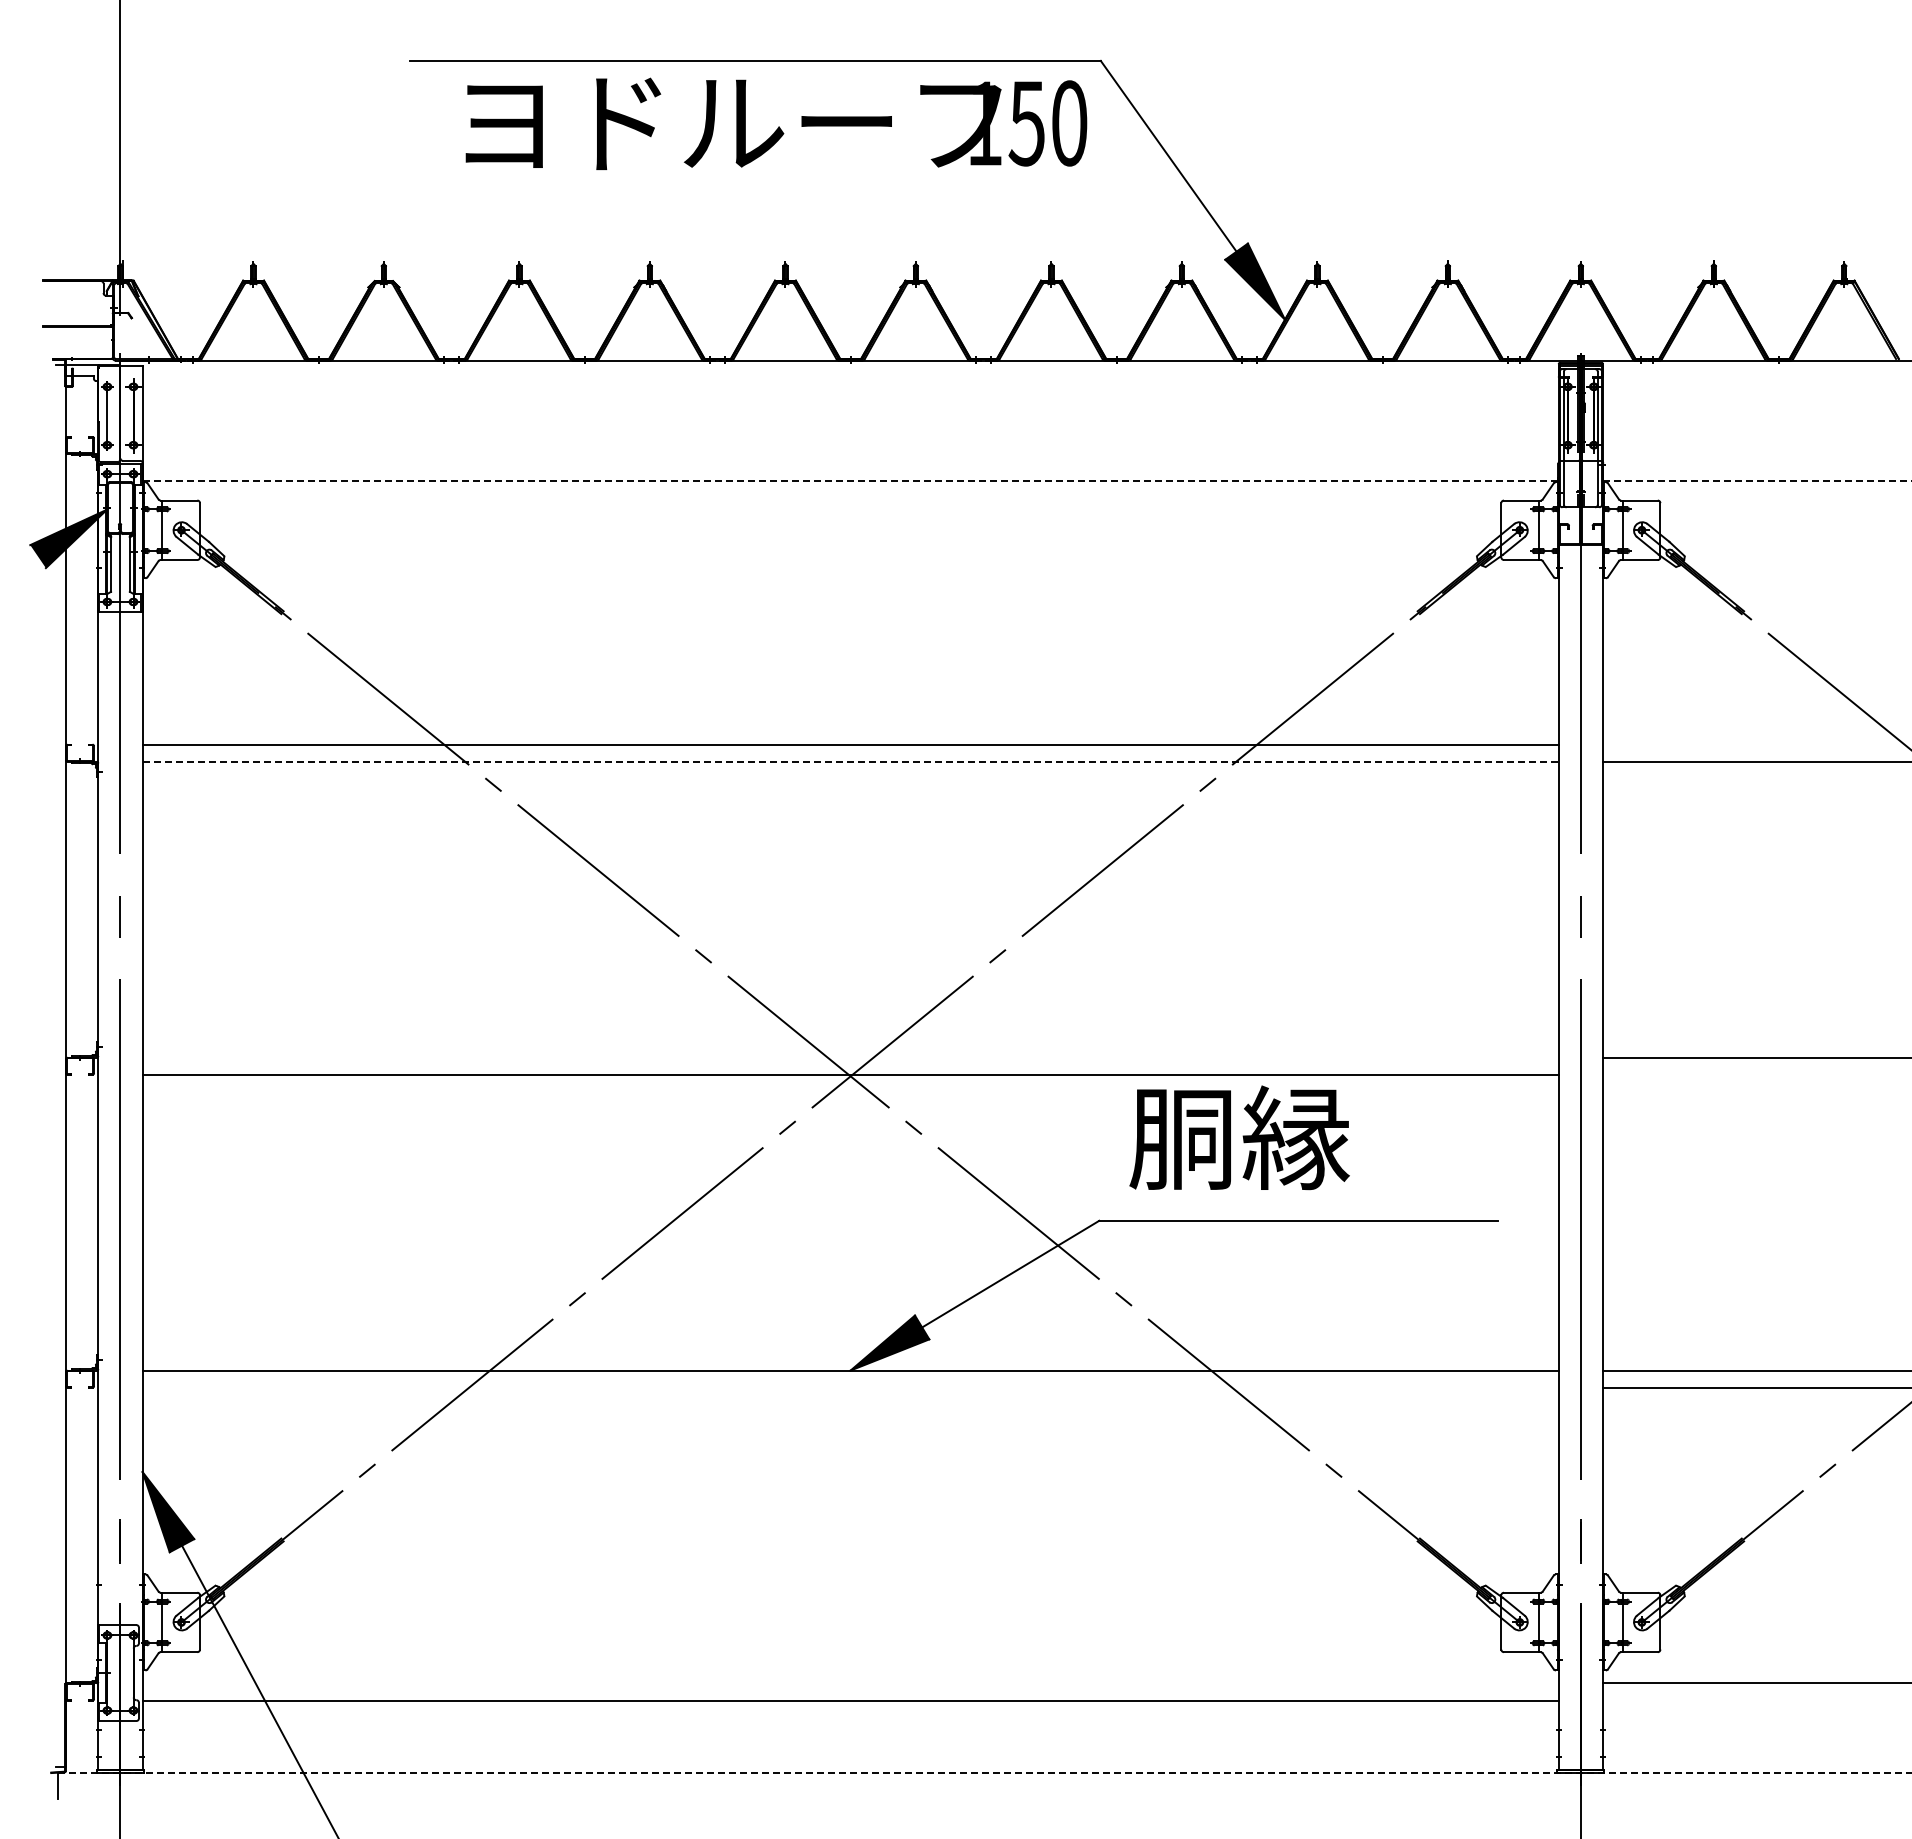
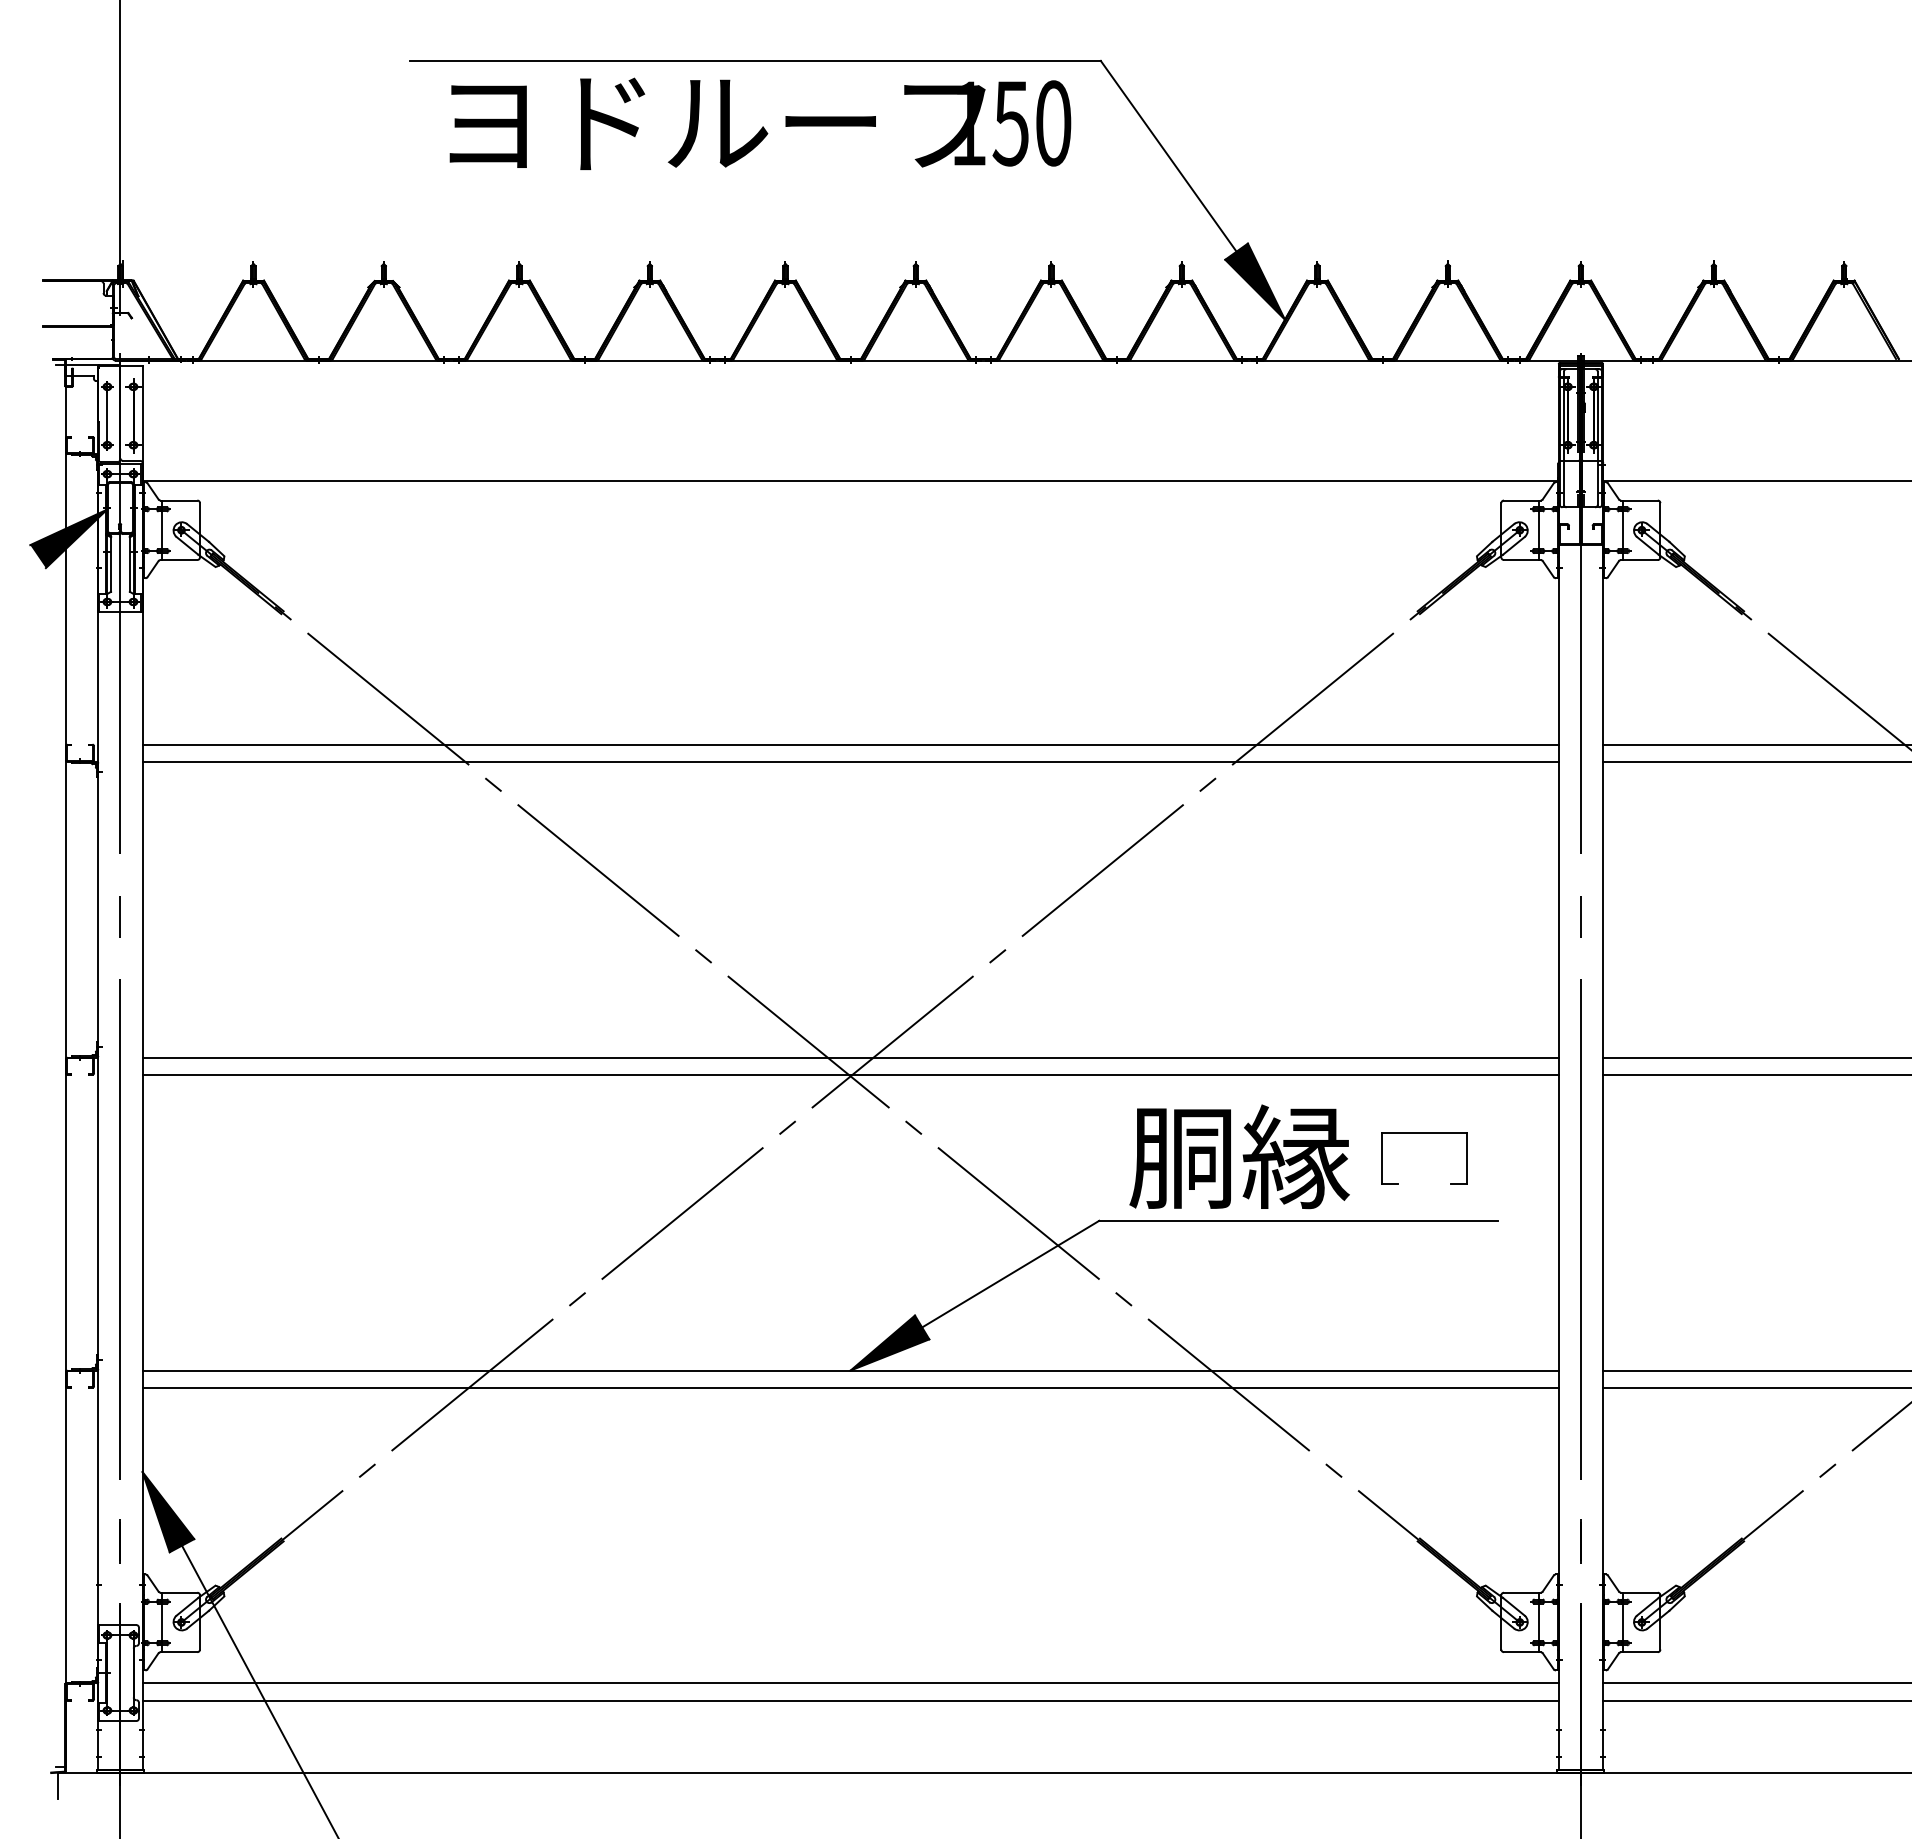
text at (776, 123) position: (776, 123) -> (760, 123)
line at (850, 480): dashed -> solid
line at (1757, 480): dashed -> solid
line at (1755, 744): none -> present
line at (851, 761): dashed -> solid
line at (850, 1057): none -> present
line at (1755, 1074): none -> present
part at (1424, 1133): none -> present
text at (1239, 1137) position: (1239, 1137) -> (1239, 1156)
line at (850, 1387): none -> present
line at (850, 1683): none -> present
line at (1755, 1700): none -> present
line at (984, 1772): dashed -> solid
